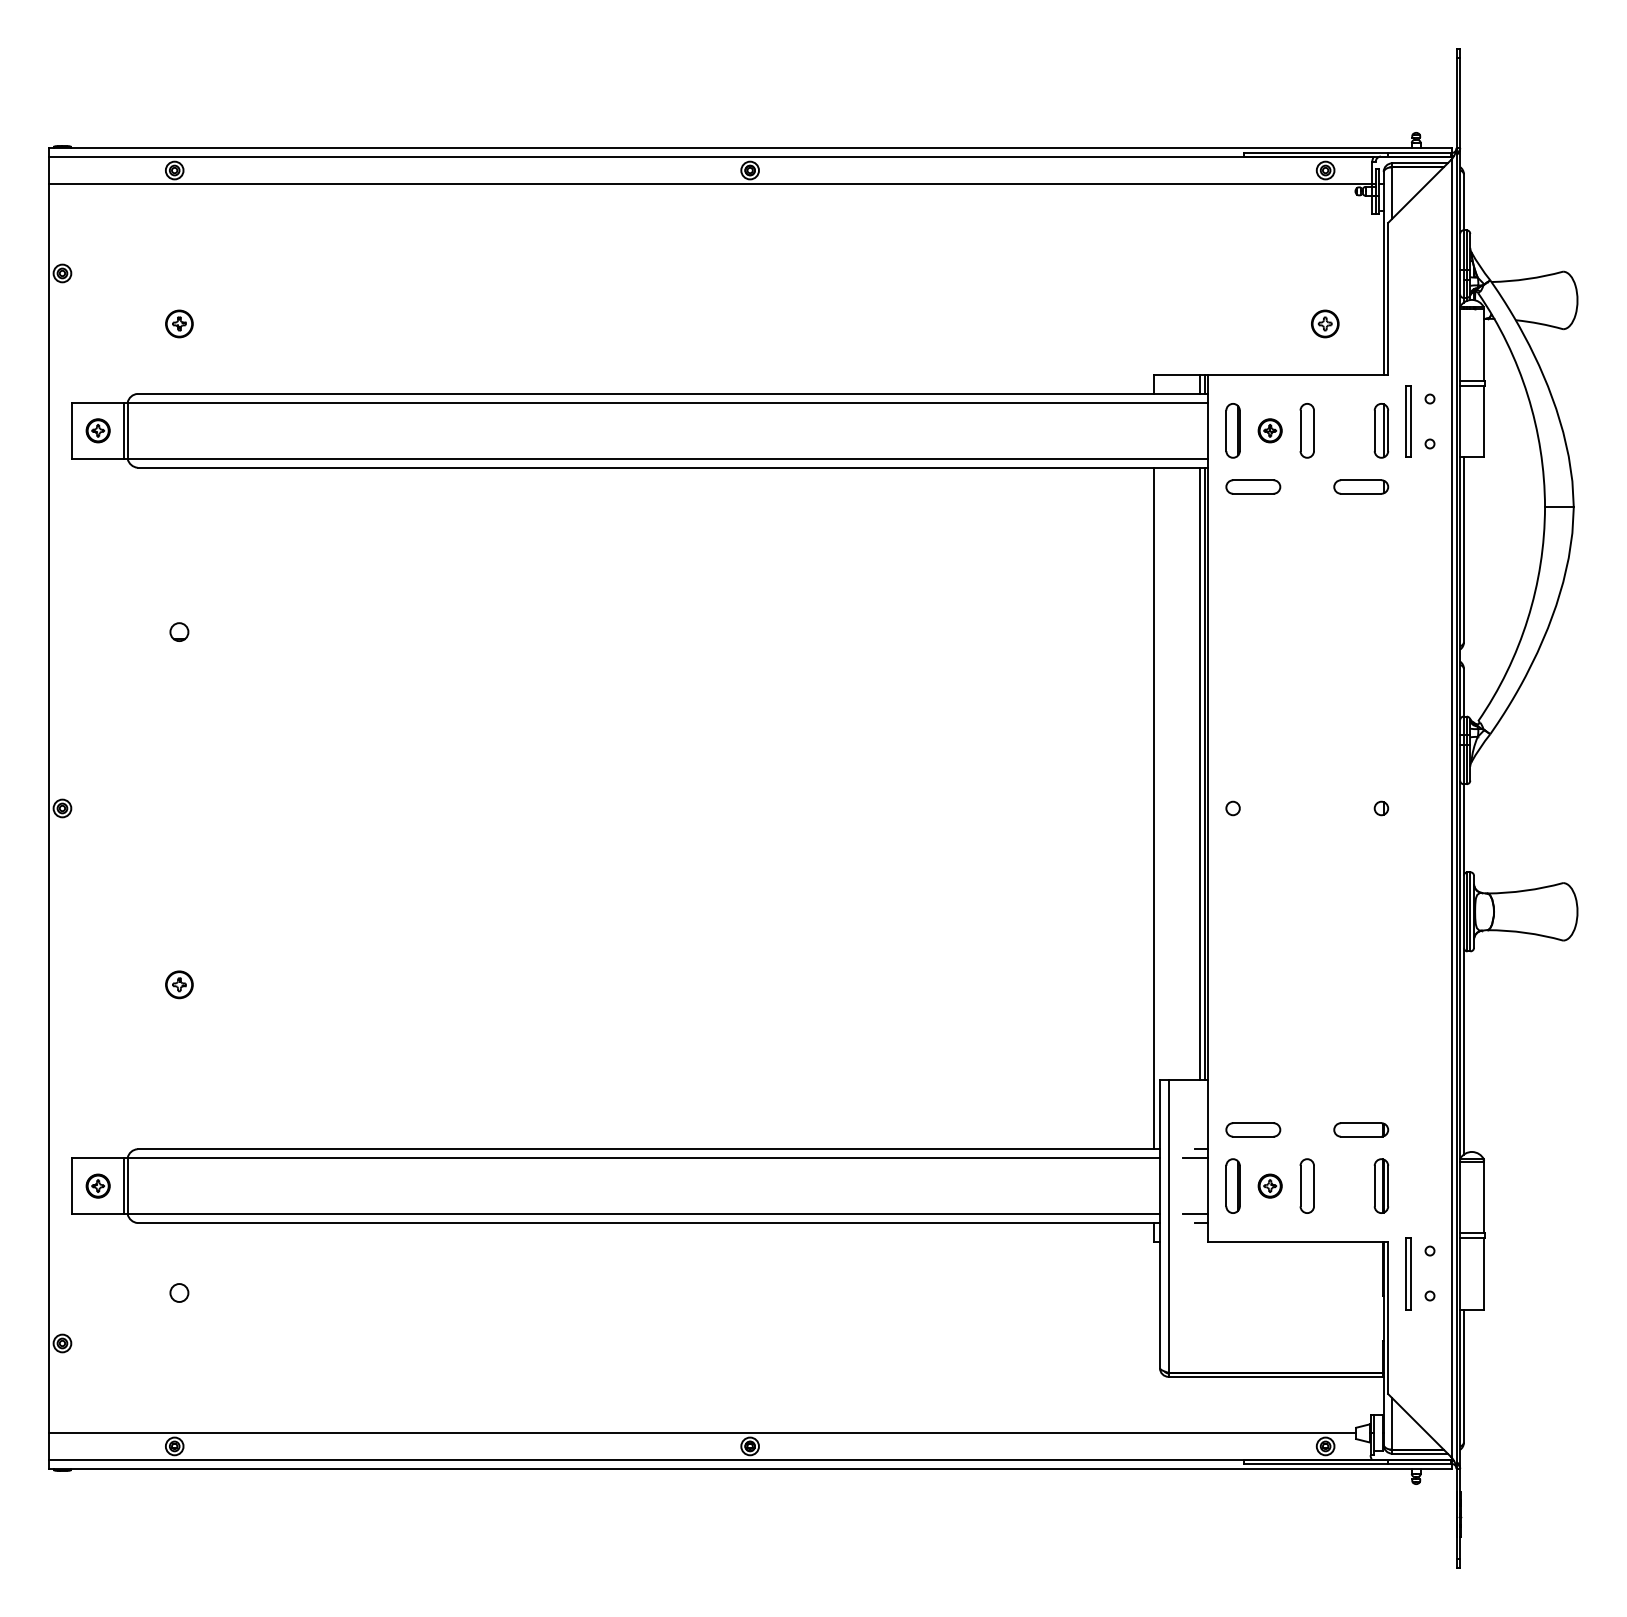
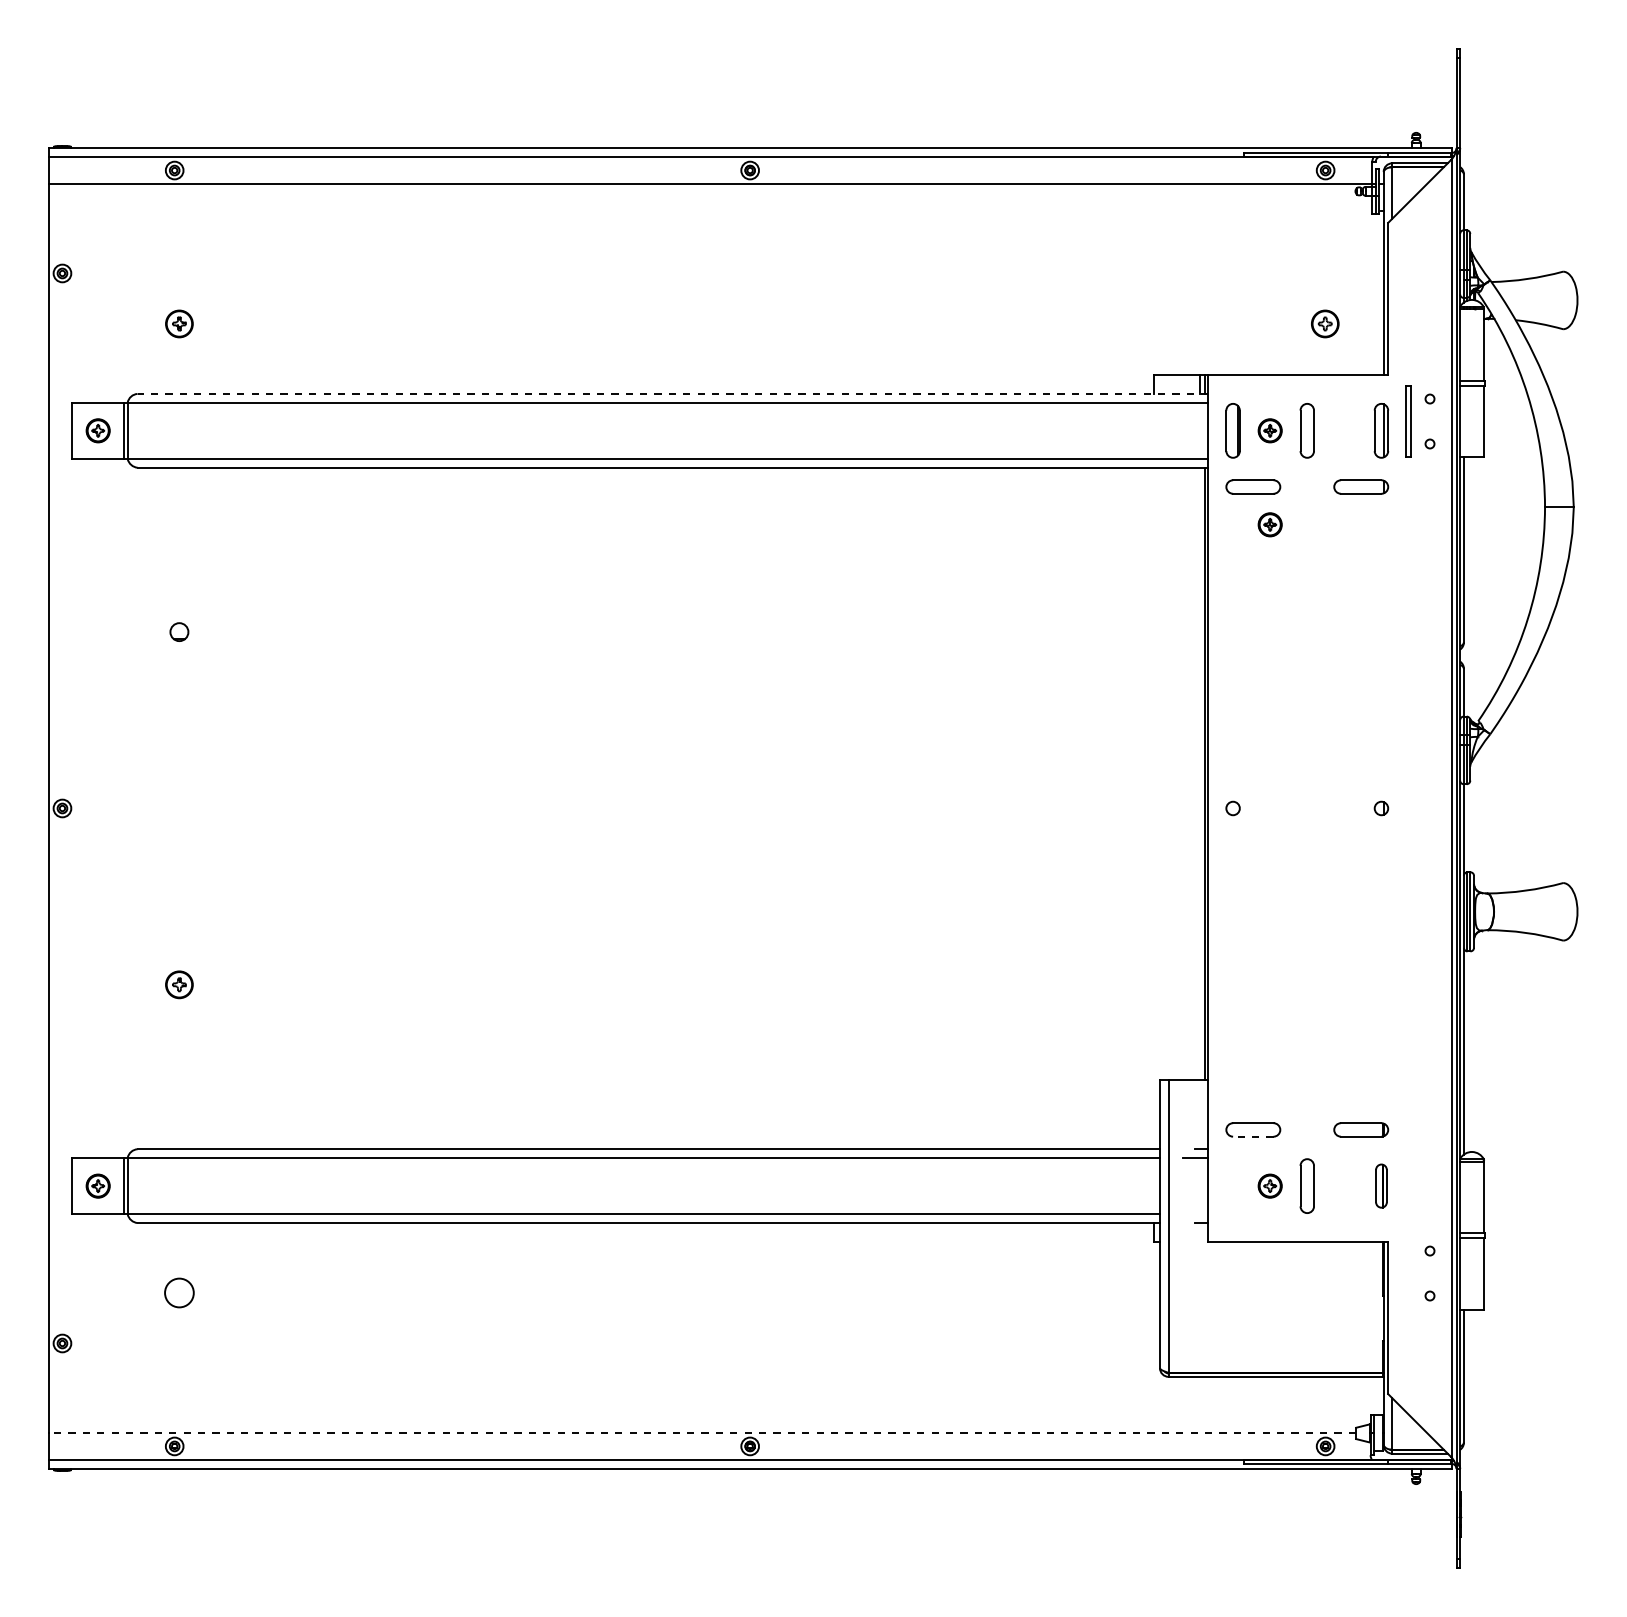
line at (672, 393): solid -> dashed
part at (1269, 524): none -> present
line at (1199, 773): present -> none
line at (1154, 808): present -> none
line at (1252, 1136): solid -> dashed
part at (1232, 1185): present -> none
part at (1381, 1185) size: 17x56 px -> 13x46 px
line at (1195, 1214): present -> none
part at (1408, 1273): present -> none
circle at (179, 1293) diameter: 18 px -> 29 px
line at (702, 1432): solid -> dashed
